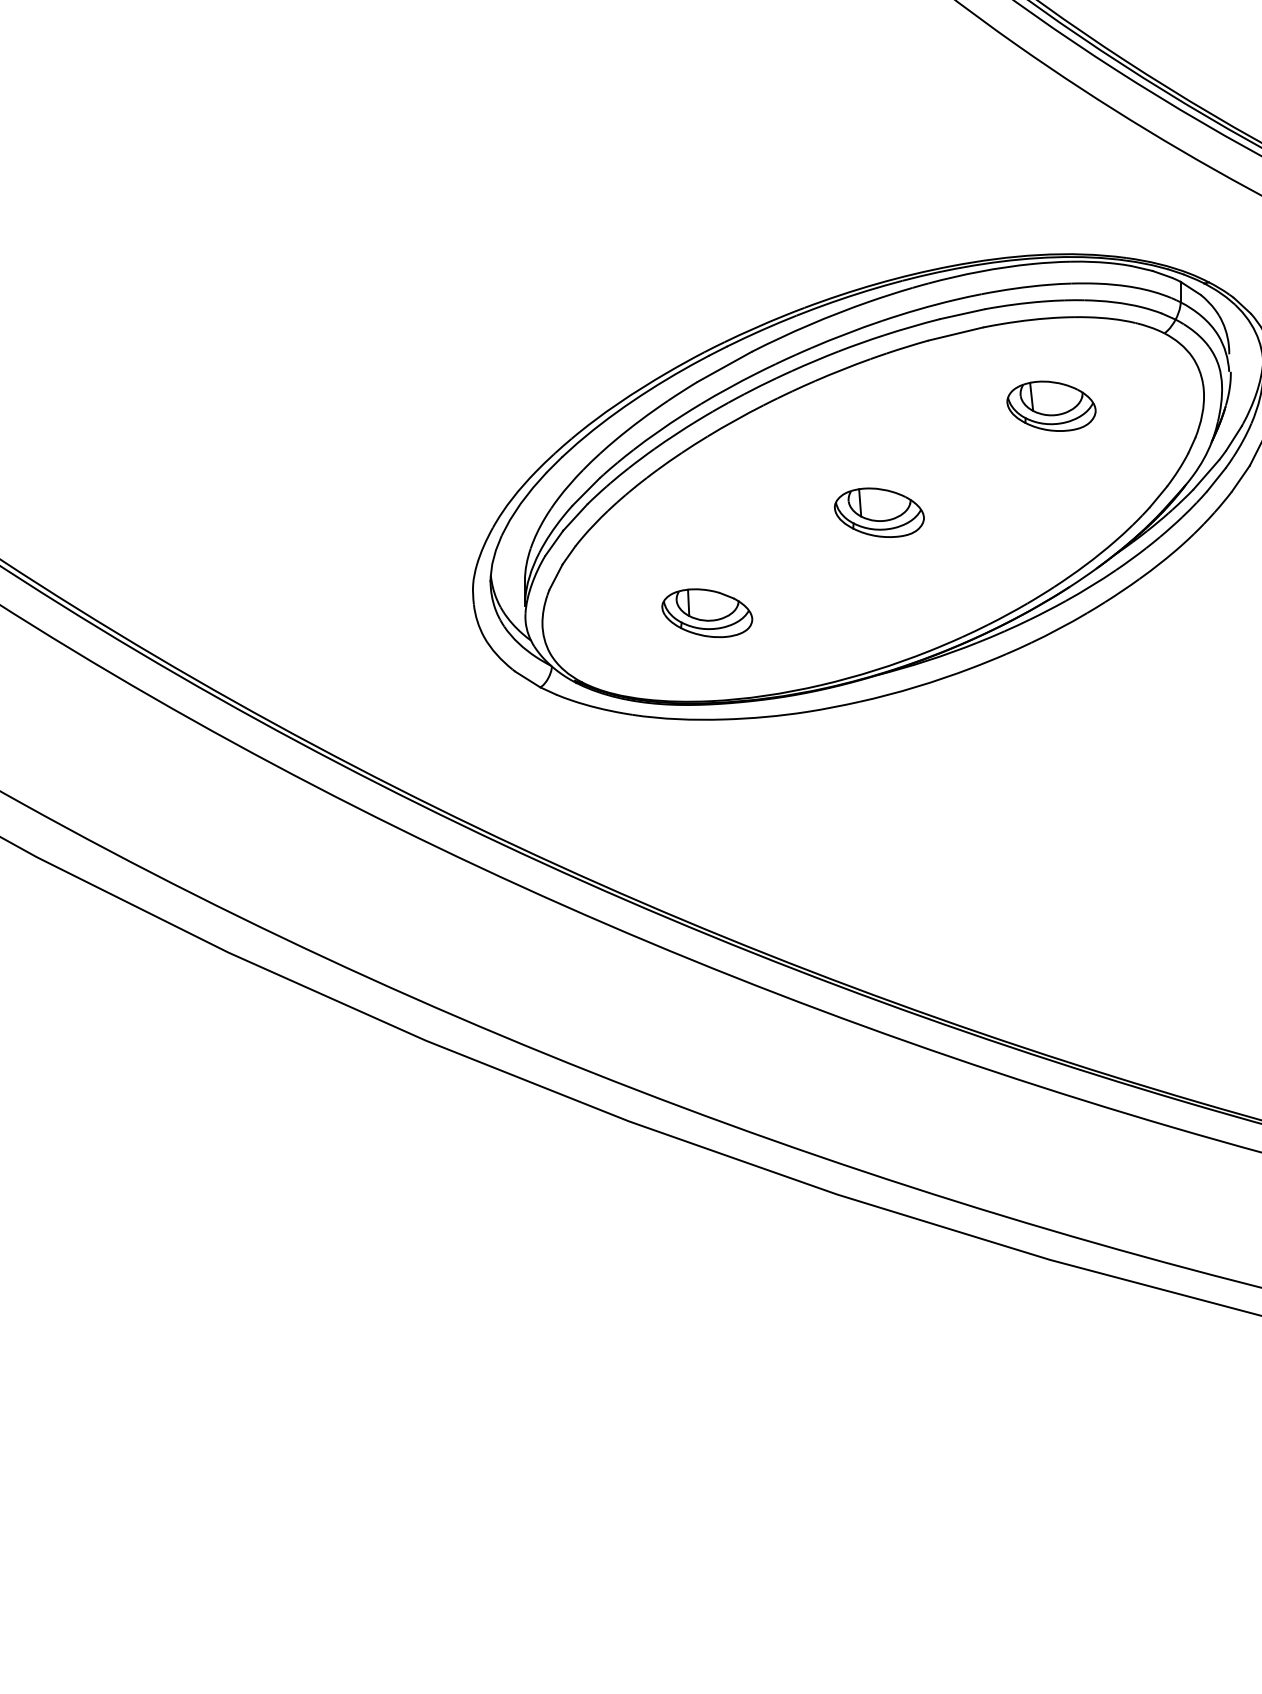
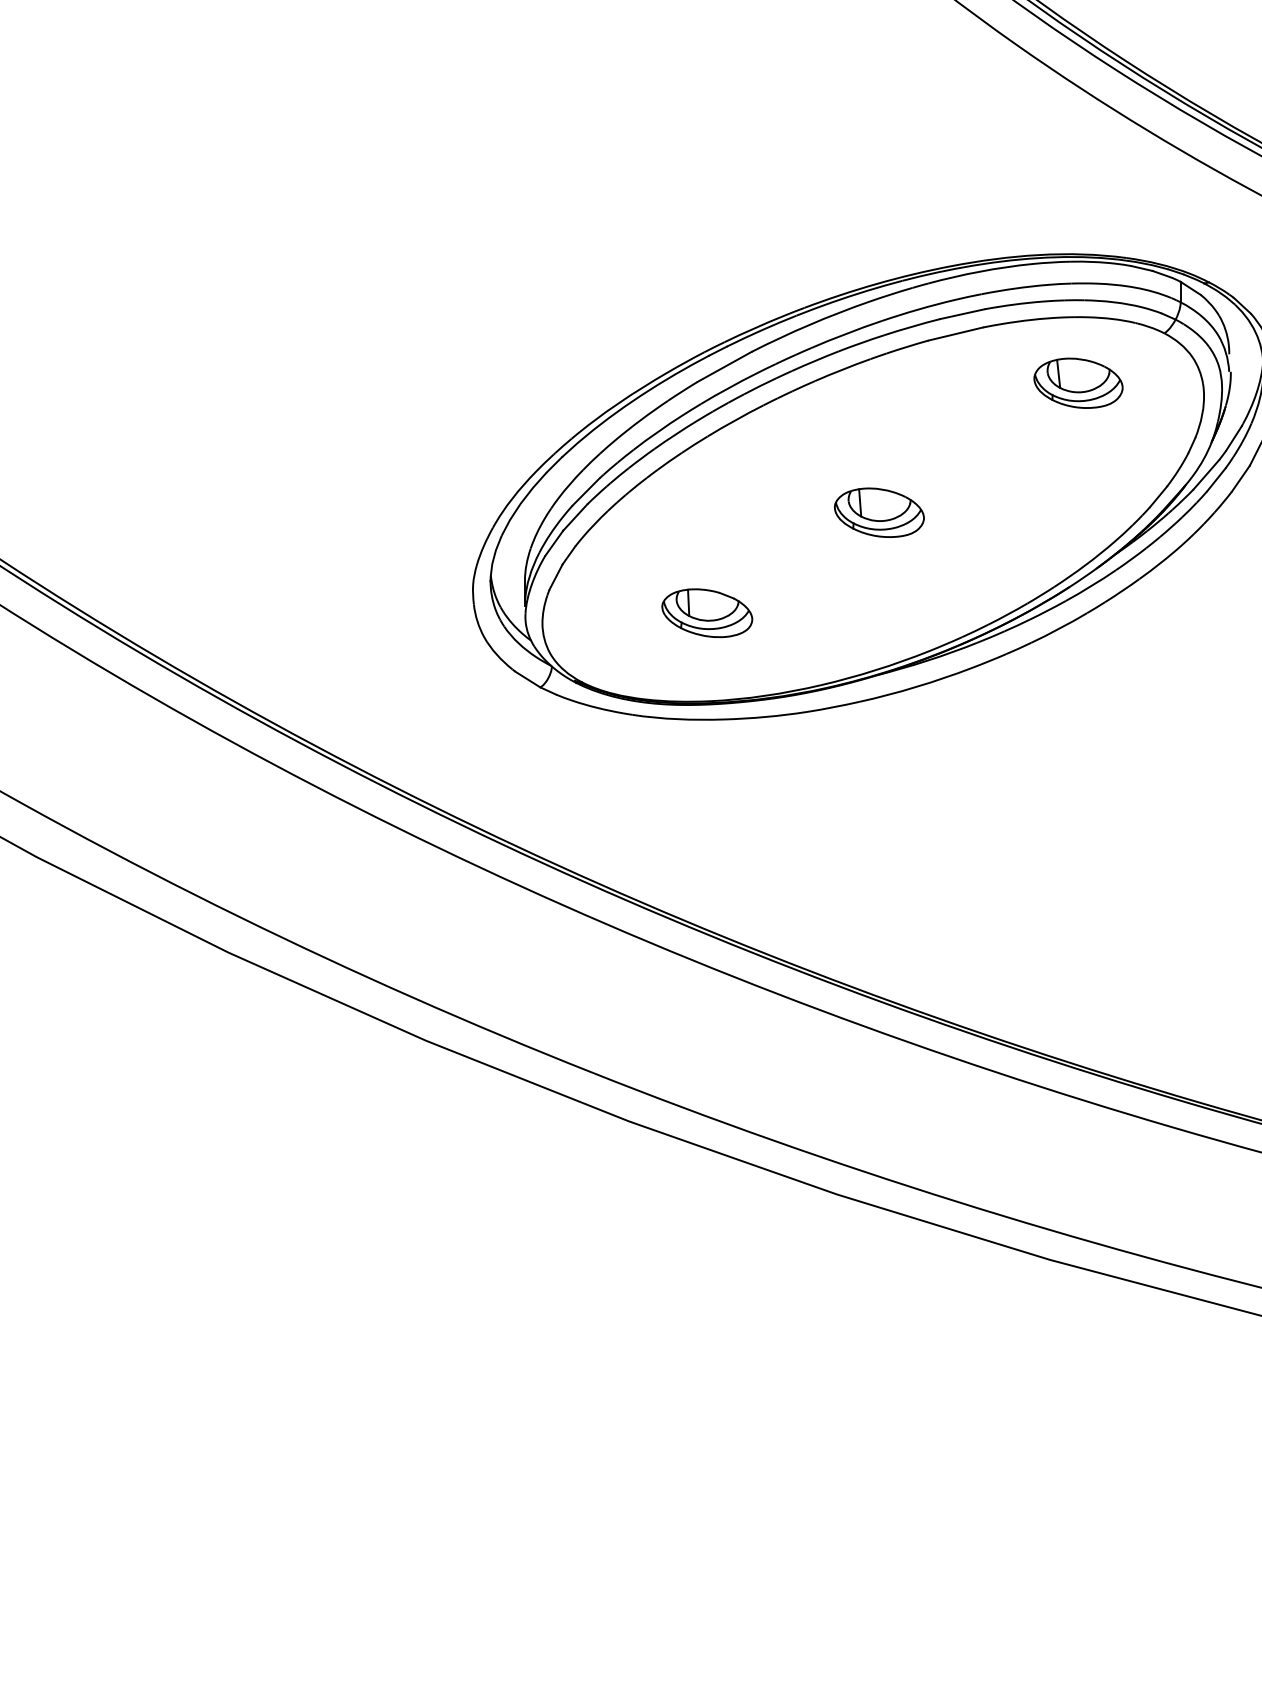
part at (1051, 405) position: (1051, 405) -> (1078, 382)
